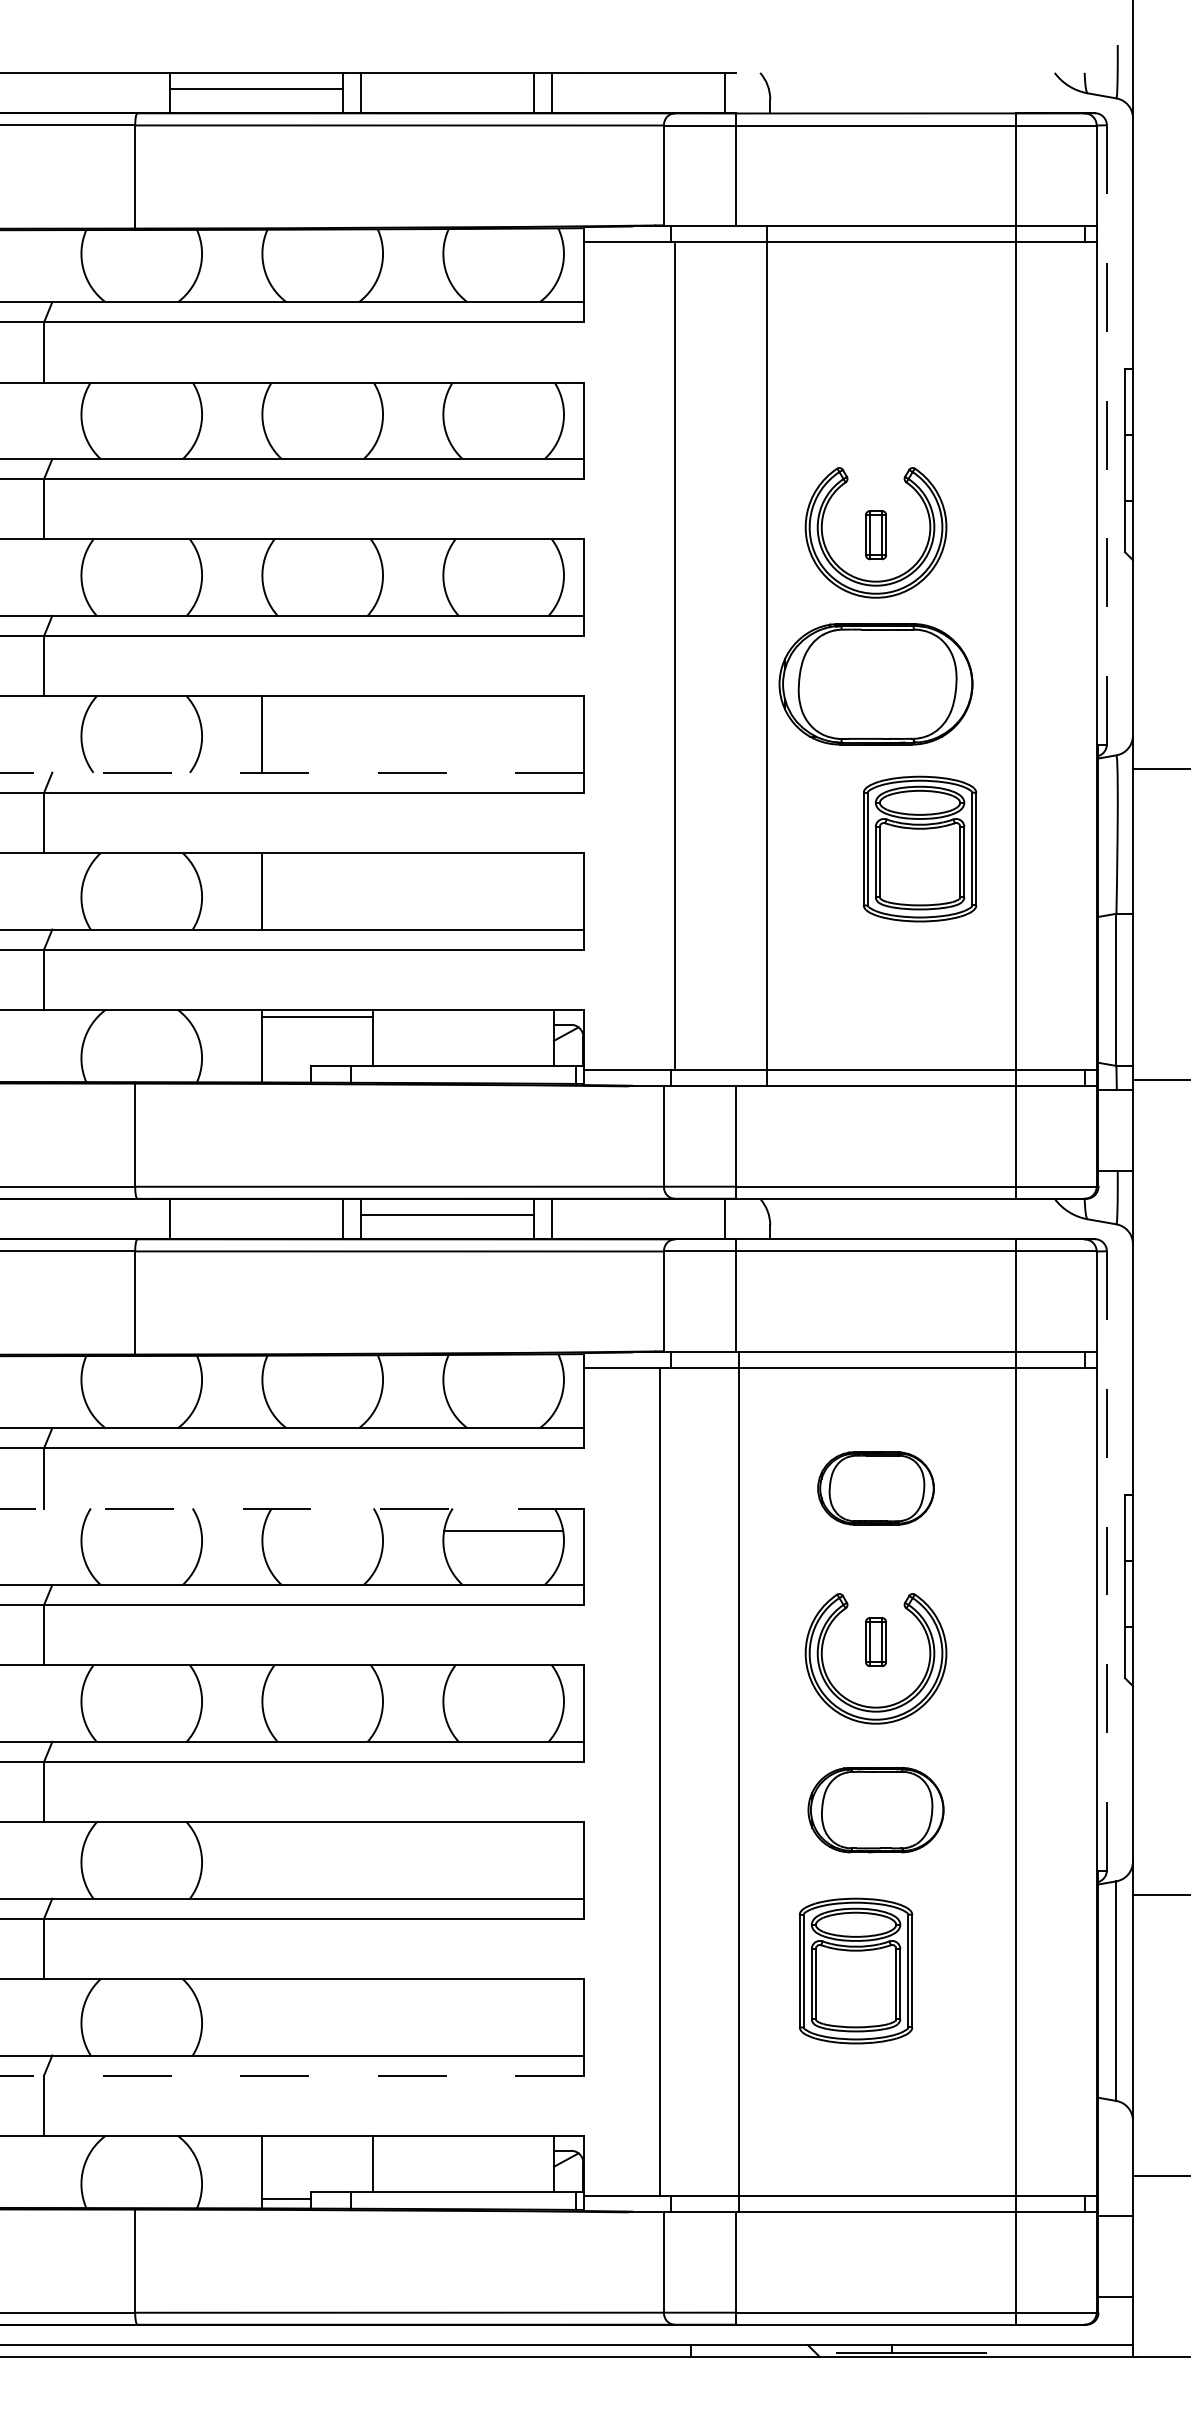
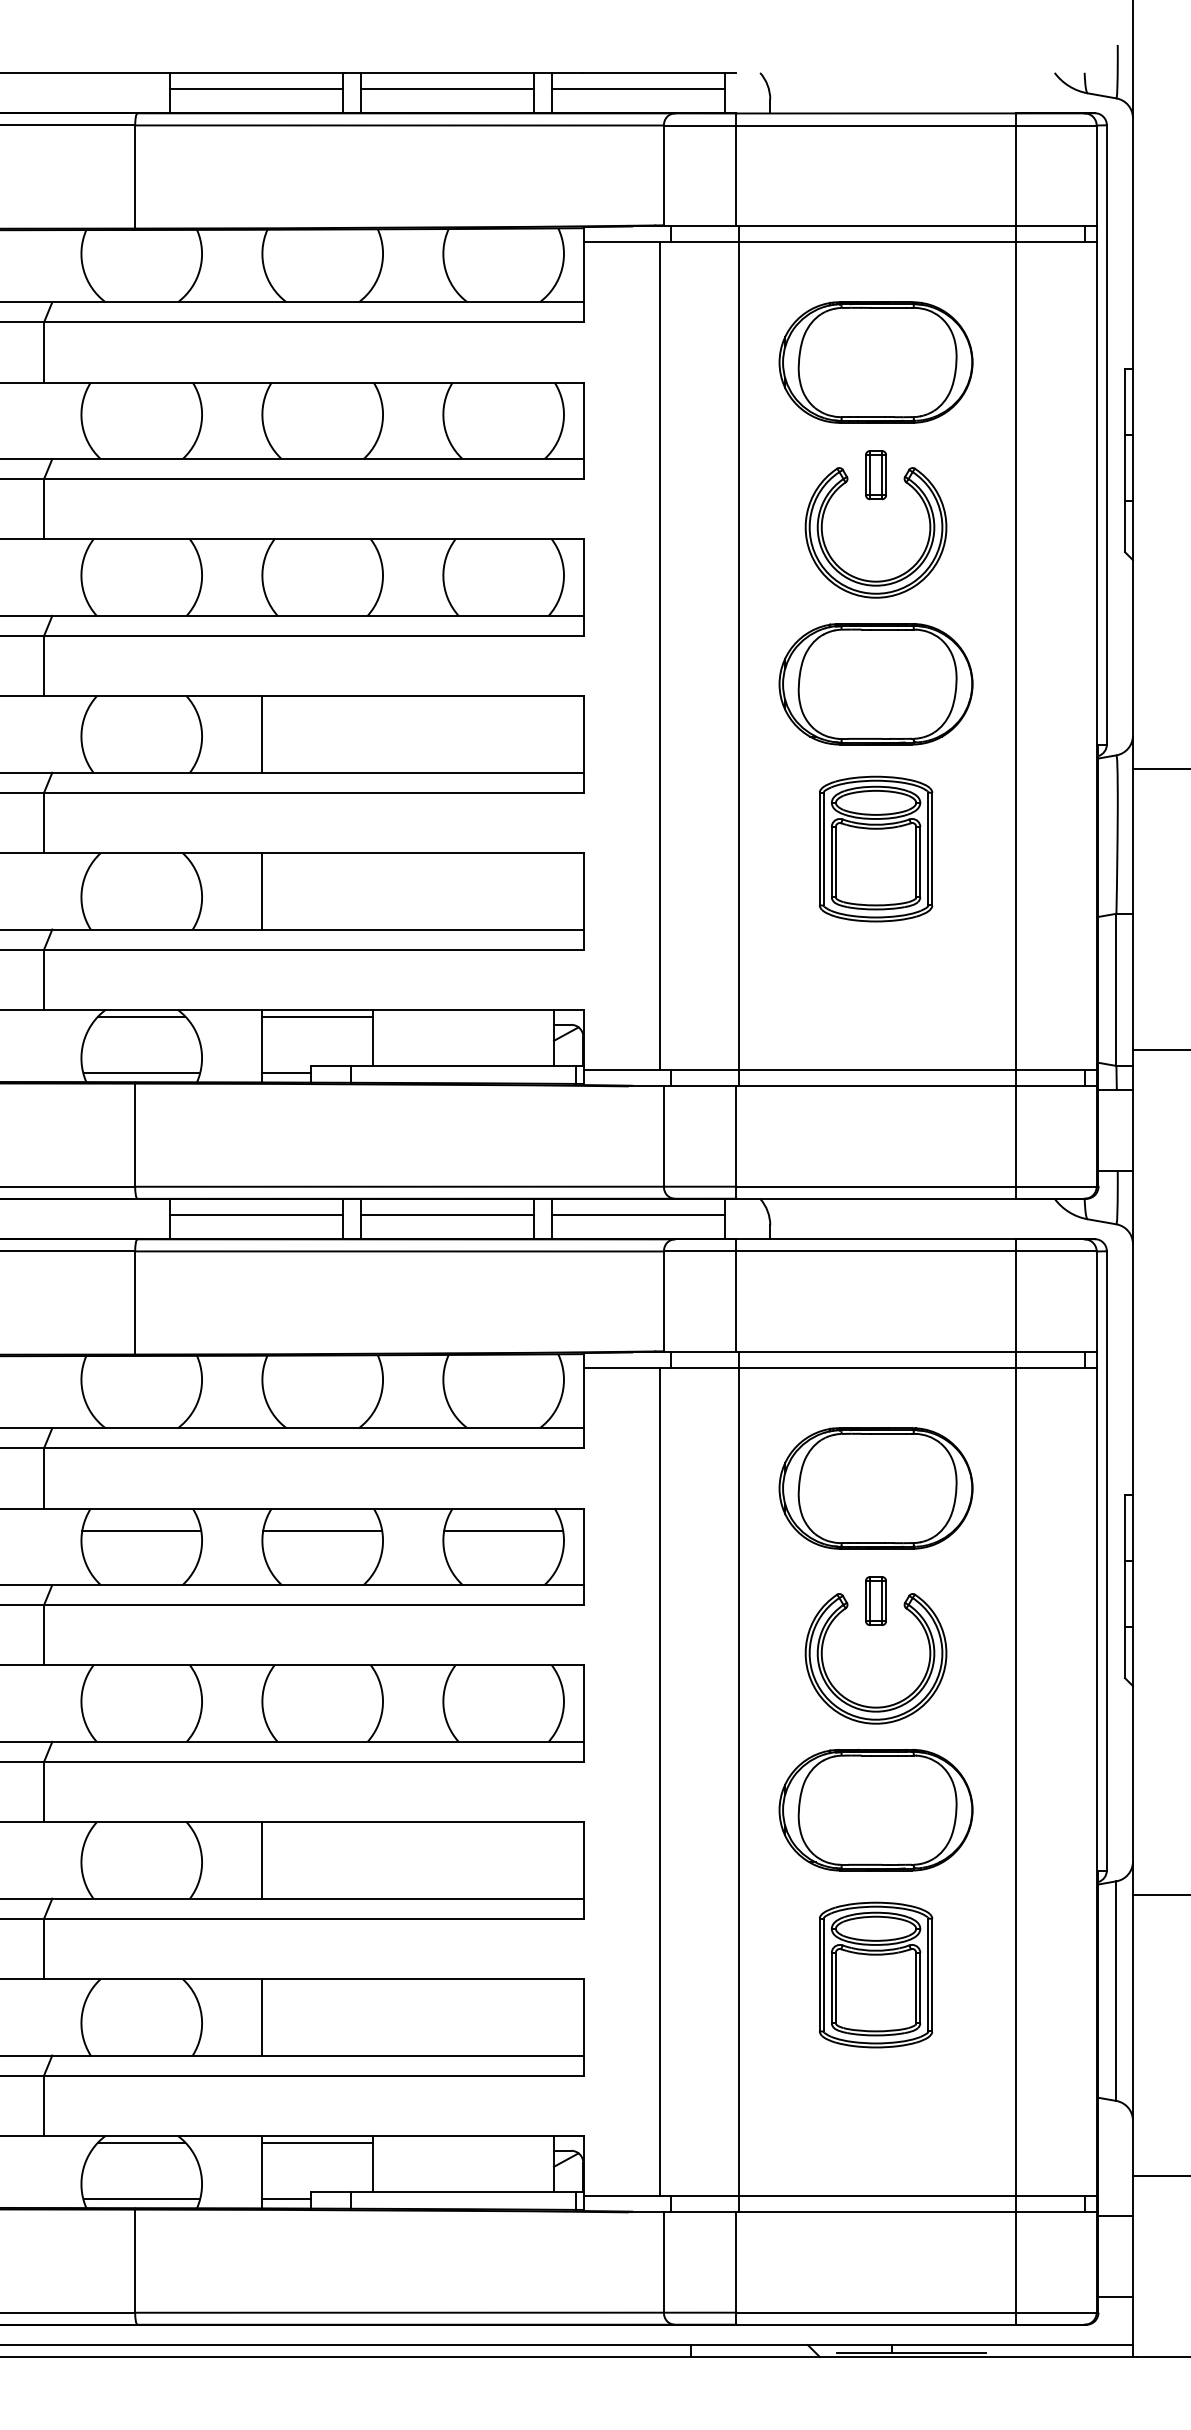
line at (447, 88): none -> present
line at (638, 88): none -> present
part at (875, 362): none -> present
line at (1106, 434): dashed -> solid
part at (875, 535) position: (875, 535) -> (875, 475)
line at (674, 655) position: (674, 655) -> (659, 655)
line at (767, 655) position: (767, 655) -> (739, 655)
line at (292, 772): dashed -> solid
part at (920, 848) position: (920, 848) -> (876, 848)
line at (141, 1016): none -> present
line at (141, 1073): none -> present
line at (286, 1073): none -> present
line at (1159, 1080) position: (1159, 1080) -> (1159, 1050)
line at (256, 1214): none -> present
line at (638, 1214): none -> present
part at (875, 1488) size: 118x75 px -> 196x123 px
line at (292, 1508): dashed -> solid
line at (141, 1530): none -> present
line at (322, 1530): none -> present
line at (1106, 1560): dashed -> solid
part at (875, 1642) position: (875, 1642) -> (875, 1601)
part at (875, 1810) size: 138x87 px -> 196x124 px
line at (262, 1860): none -> present
part at (856, 1970) position: (856, 1970) -> (876, 1974)
line at (262, 2017): none -> present
line at (292, 2075): dashed -> solid
line at (141, 2142): none -> present
line at (317, 2142): none -> present
line at (141, 2199): none -> present
